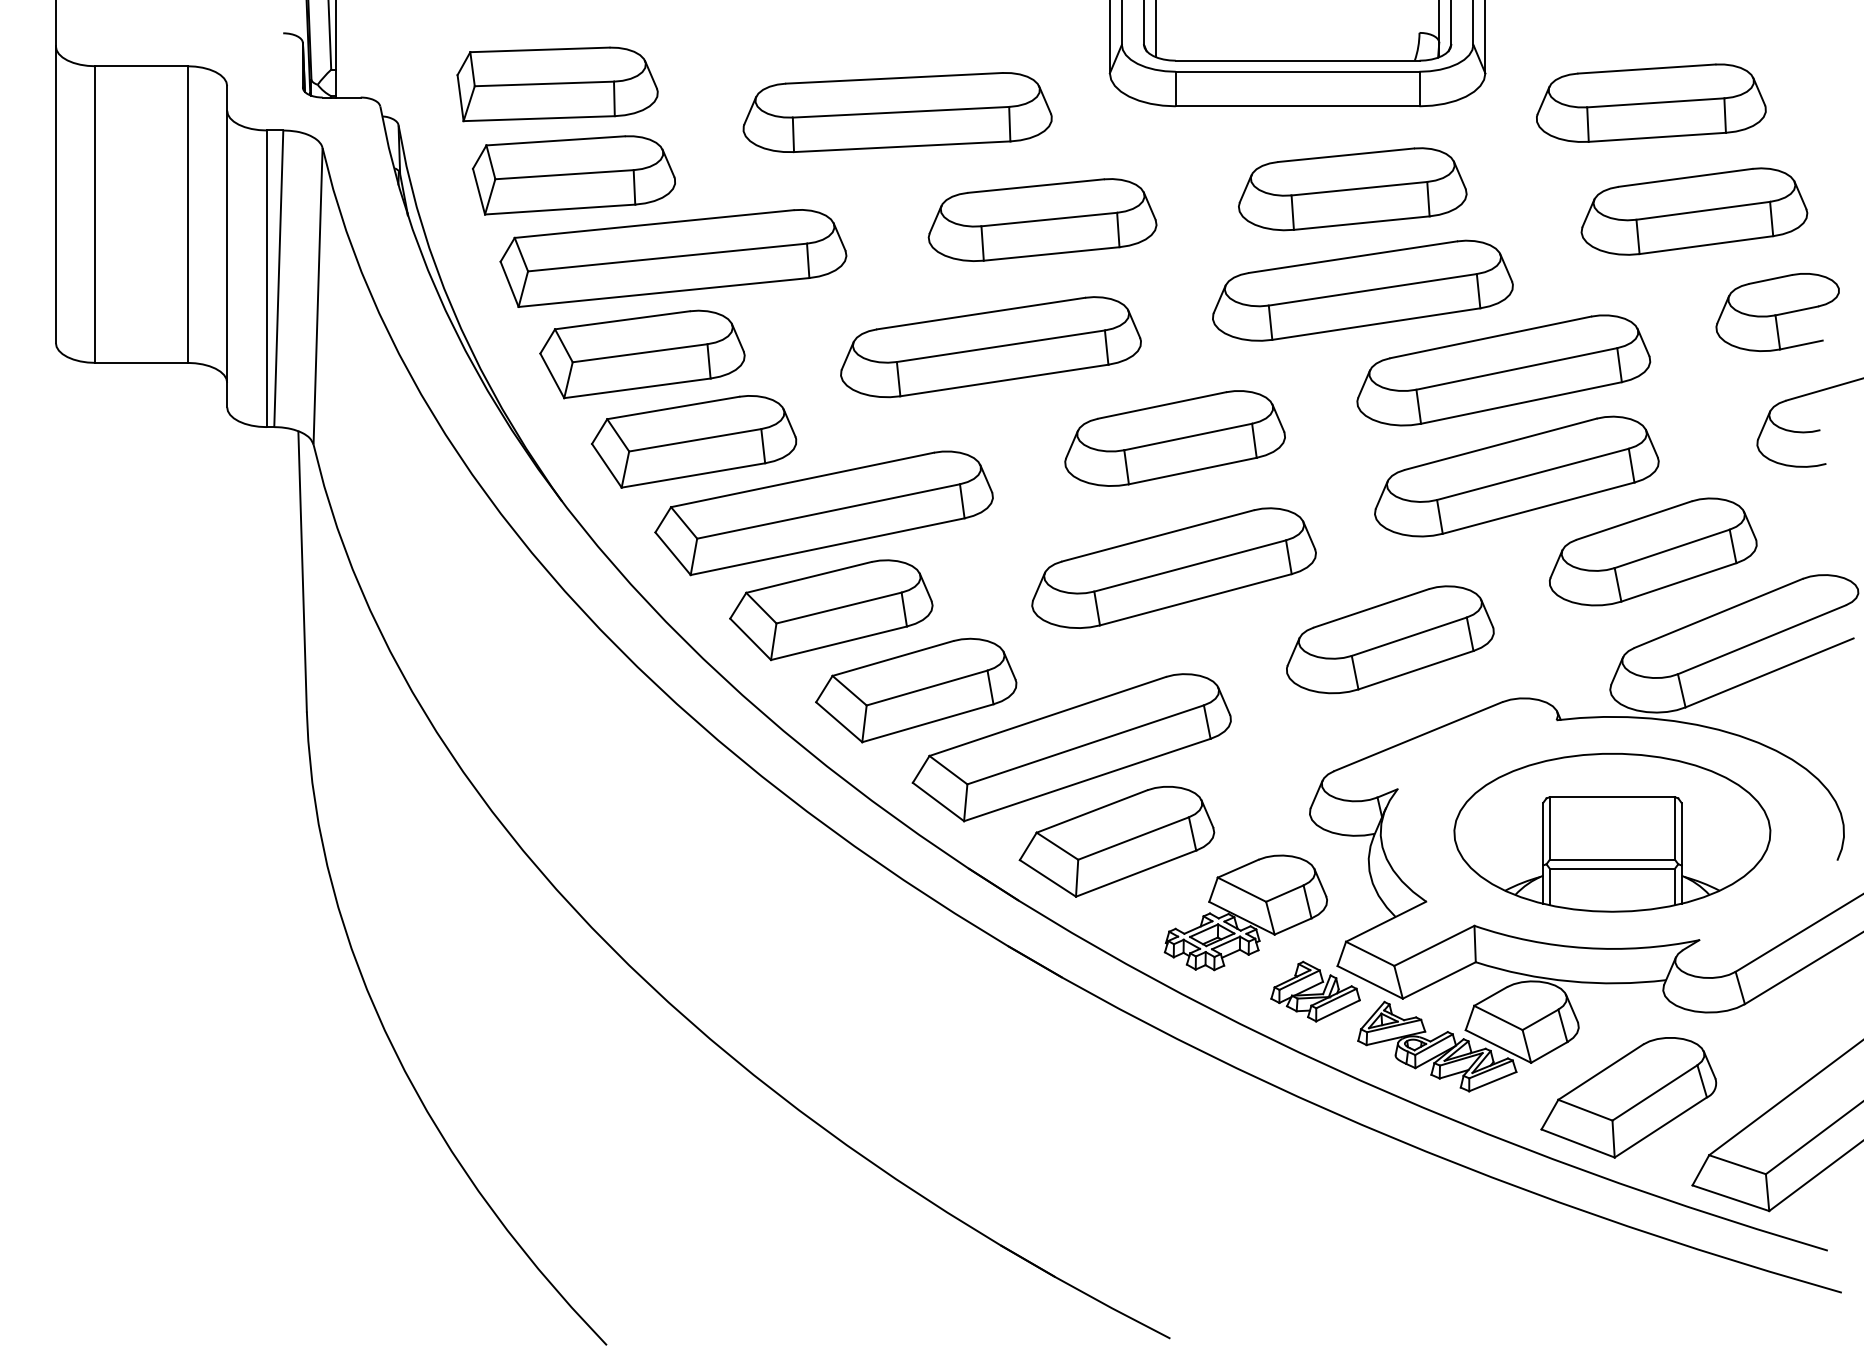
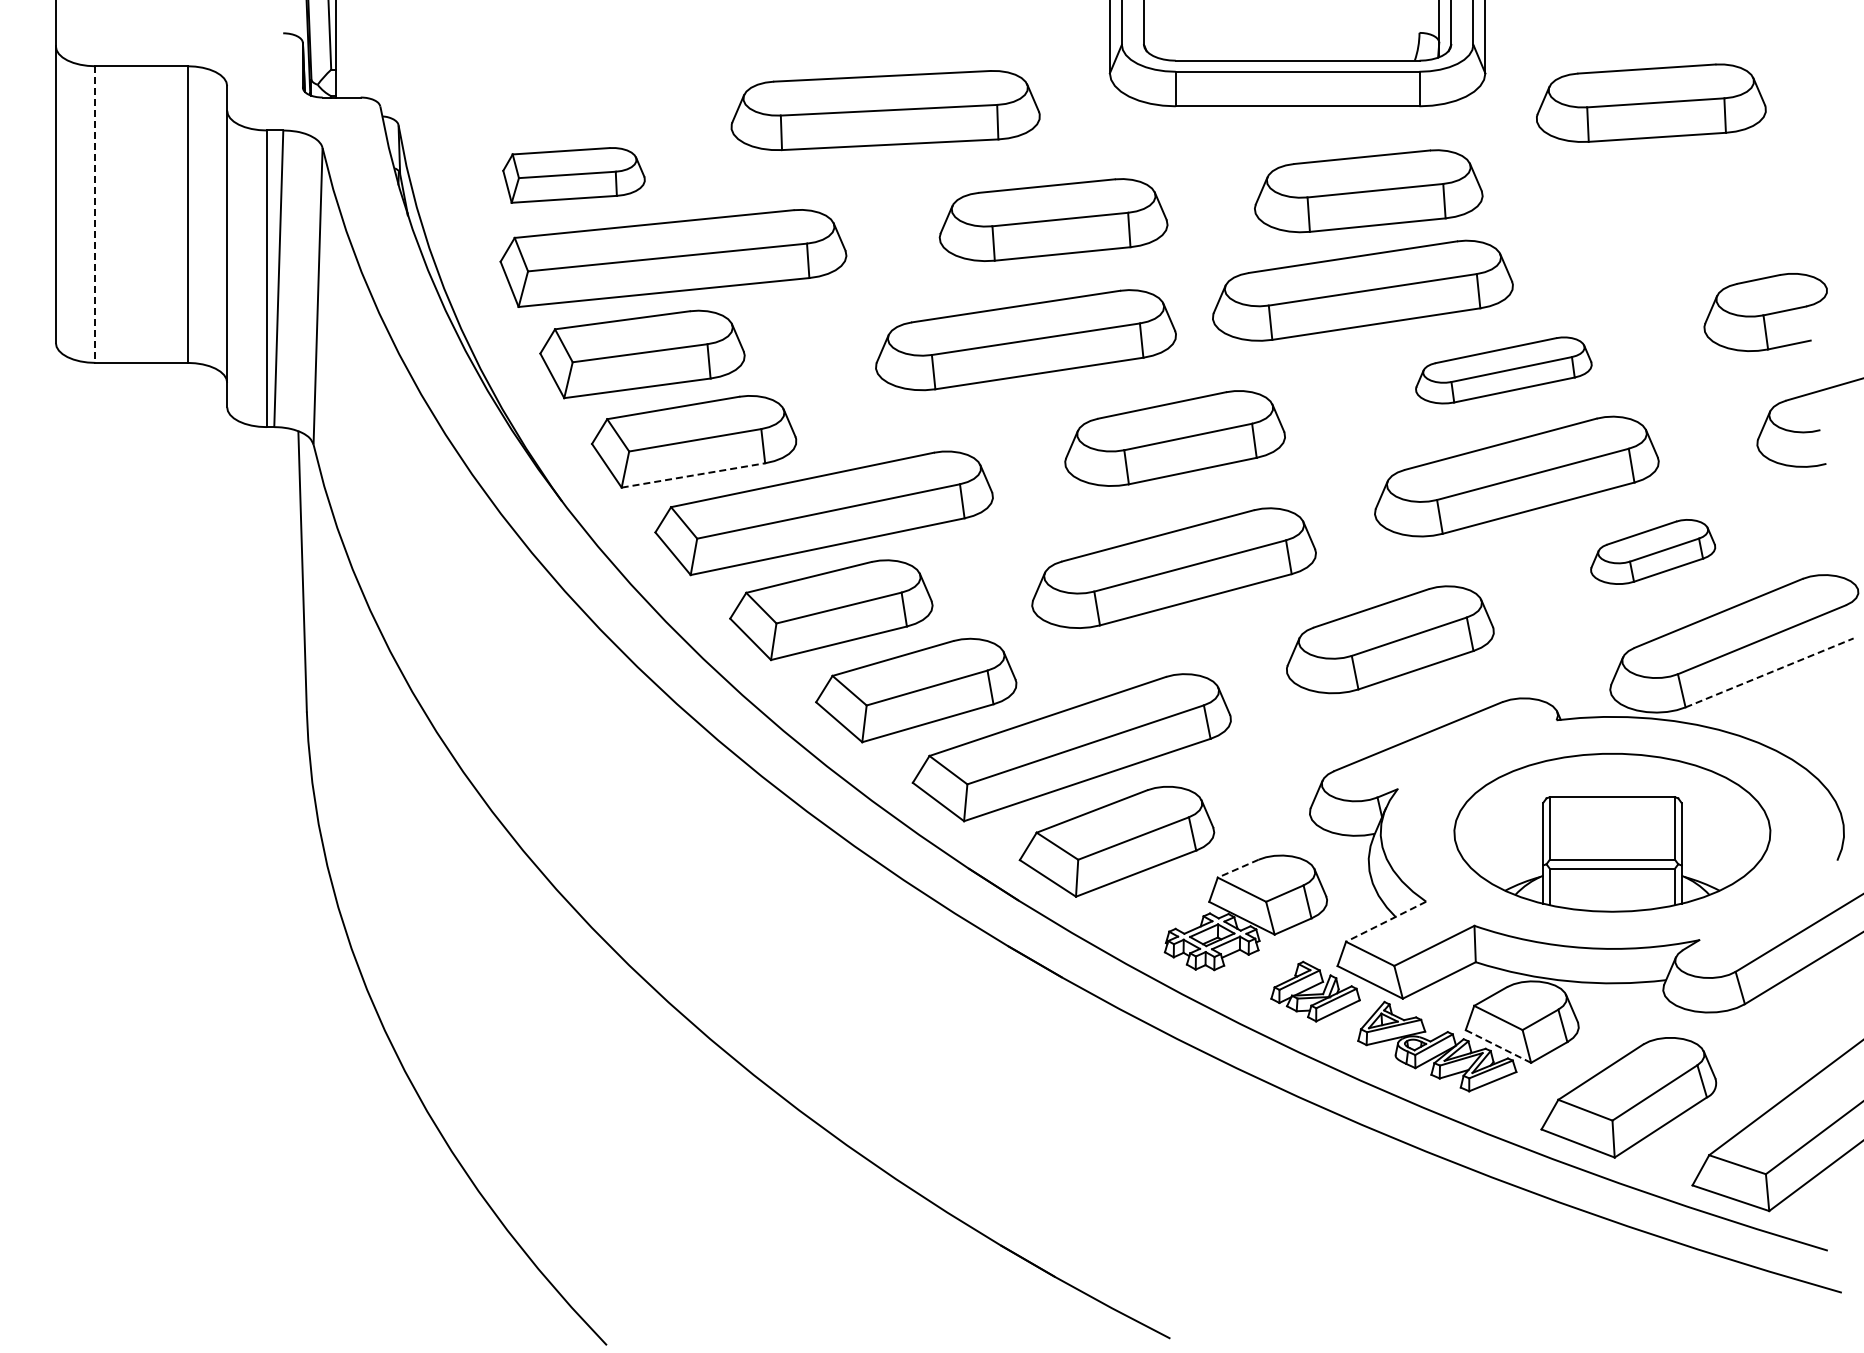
line at (1156, 29): present -> none
part at (557, 84): present -> none
part at (897, 112) position: (897, 112) -> (885, 110)
part at (573, 175) size: 204x81 px -> 144x57 px
part at (1352, 189) position: (1352, 189) -> (1368, 191)
part at (1694, 211): present -> none
line at (95, 215): solid -> dashed
part at (1042, 219) position: (1042, 219) -> (1053, 219)
part at (1777, 312) position: (1777, 312) -> (1765, 312)
part at (990, 347) position: (990, 347) -> (1025, 340)
part at (1503, 370) size: 296x113 px -> 178x69 px
line at (693, 475): solid -> dashed
part at (1652, 551) size: 210x110 px -> 127x66 px
line at (1769, 672): solid -> dashed
line at (1237, 868): solid -> dashed
line at (1386, 921): solid -> dashed
line at (1498, 1046): solid -> dashed
